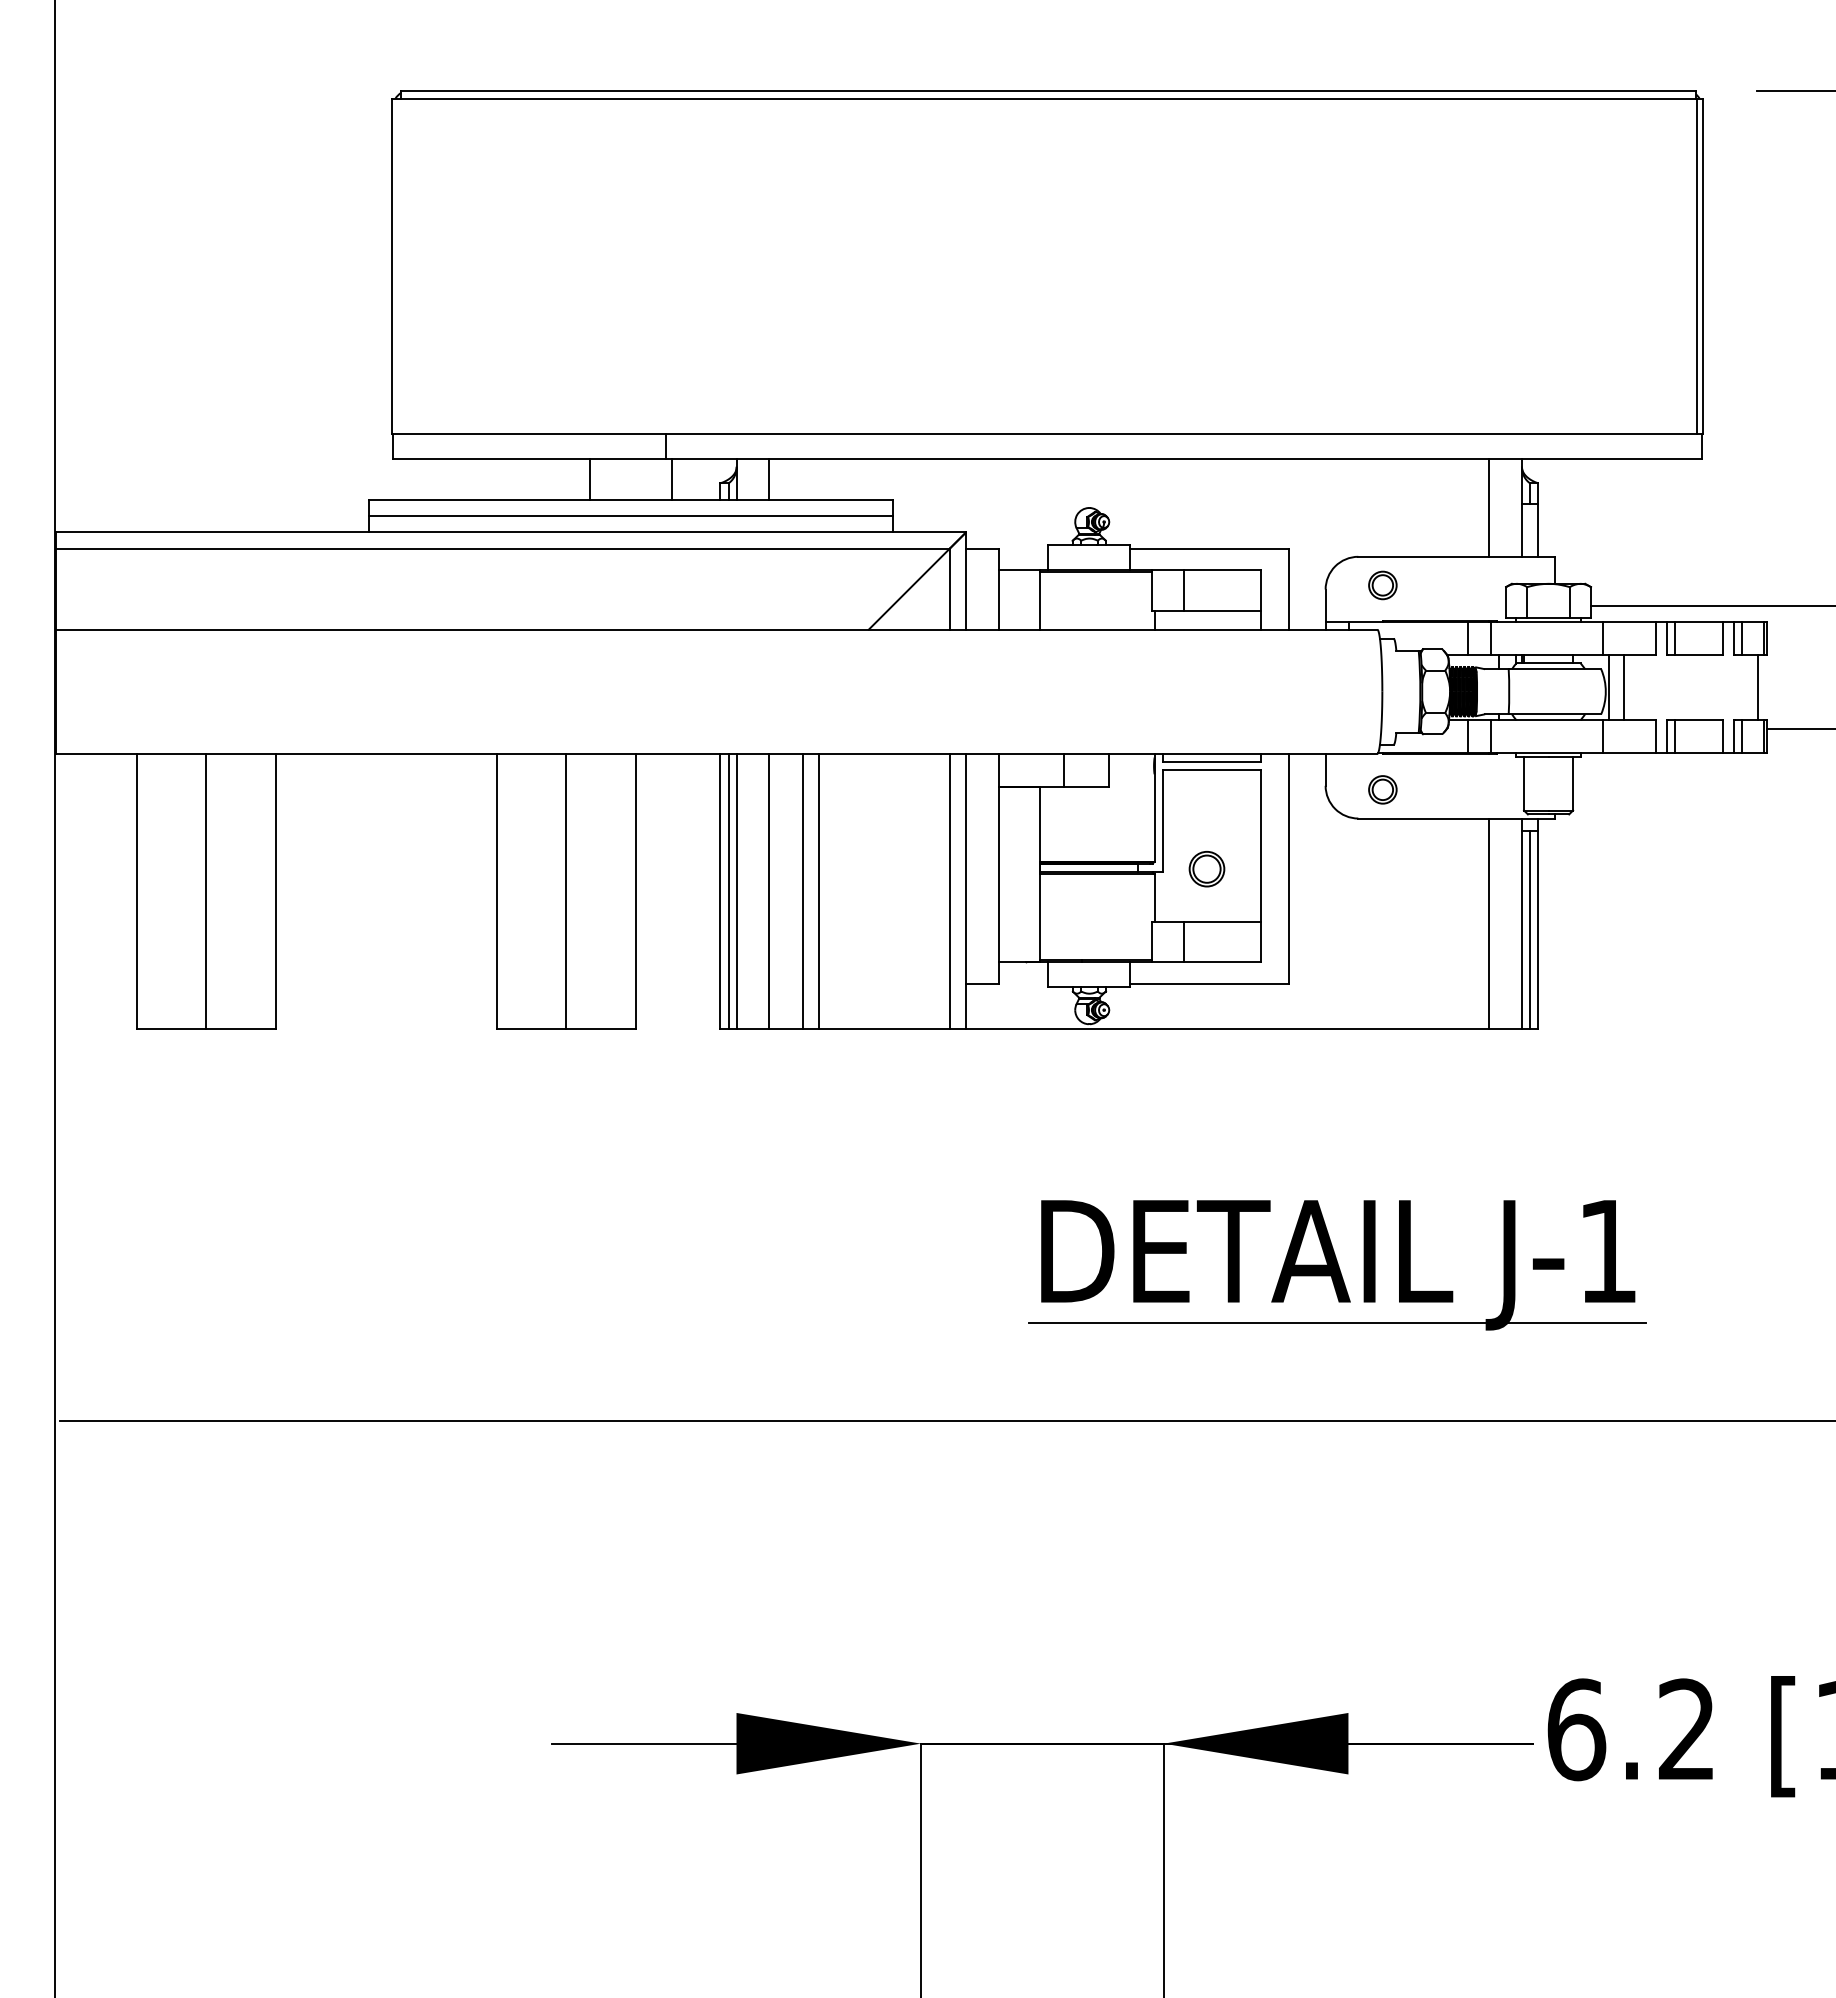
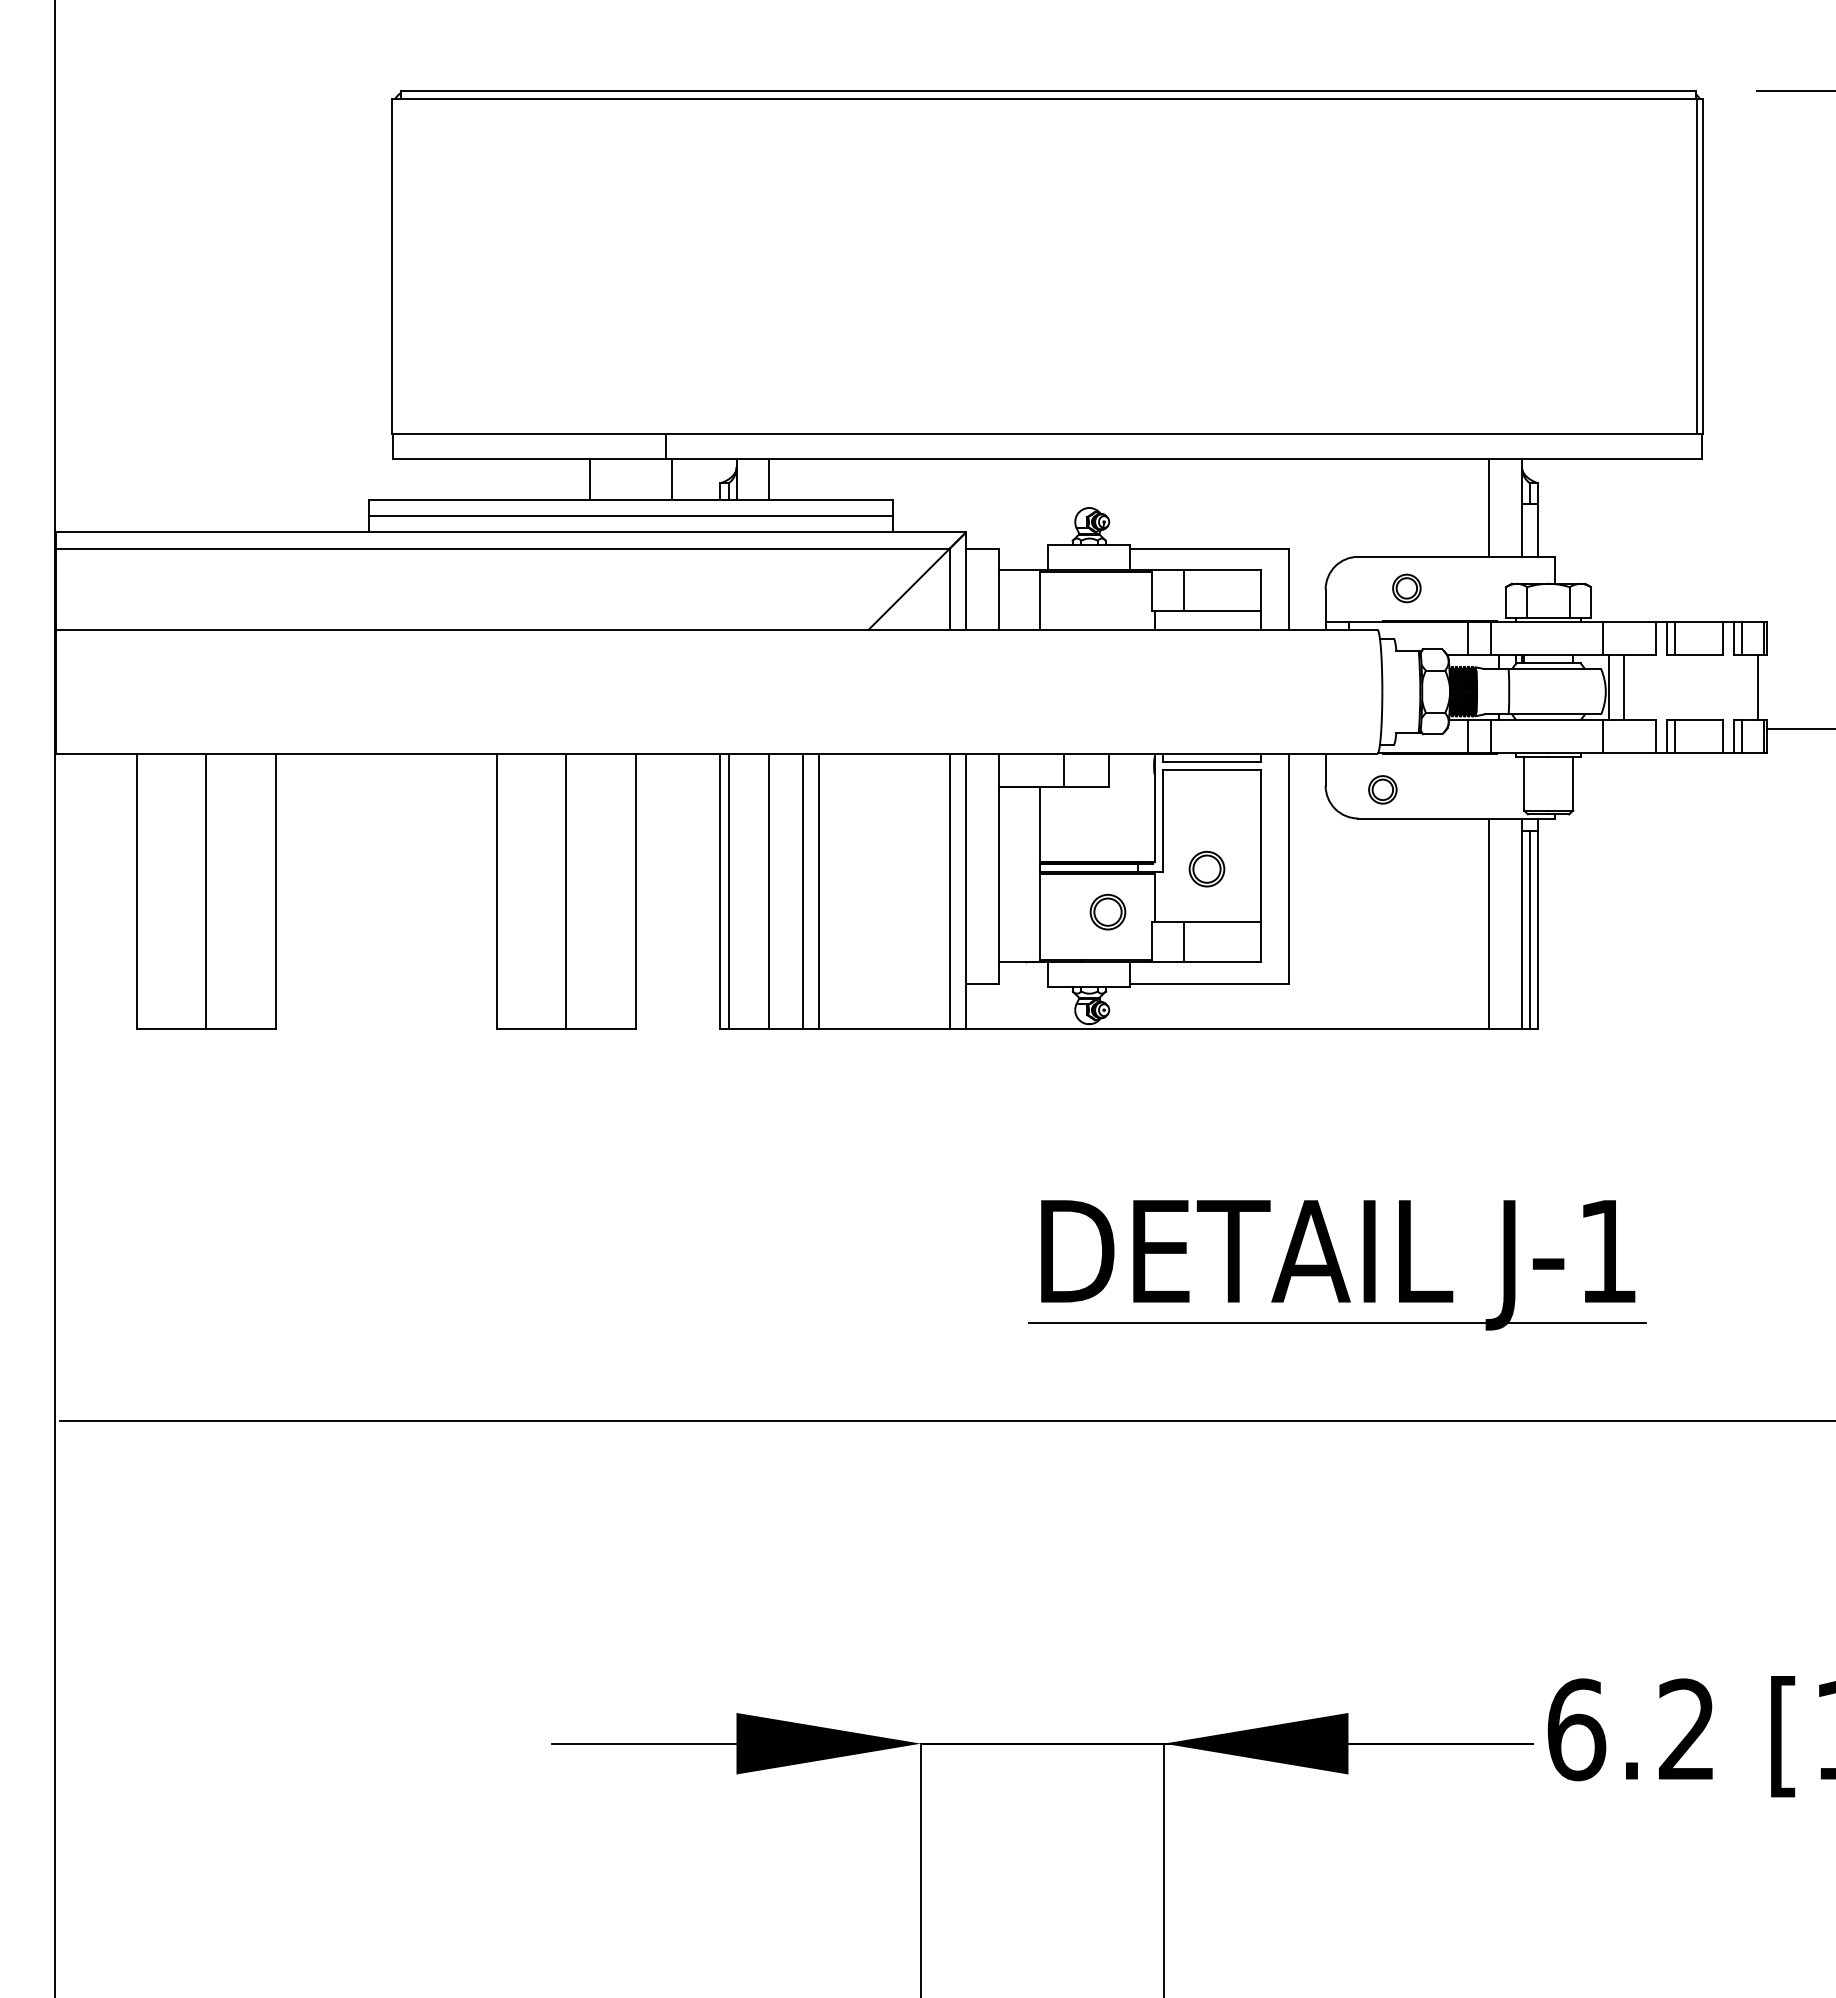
part at (1382, 585) position: (1382, 585) -> (1406, 588)
line at (1711, 605): present -> none
line at (736, 891): present -> none
part at (1107, 912): none -> present
